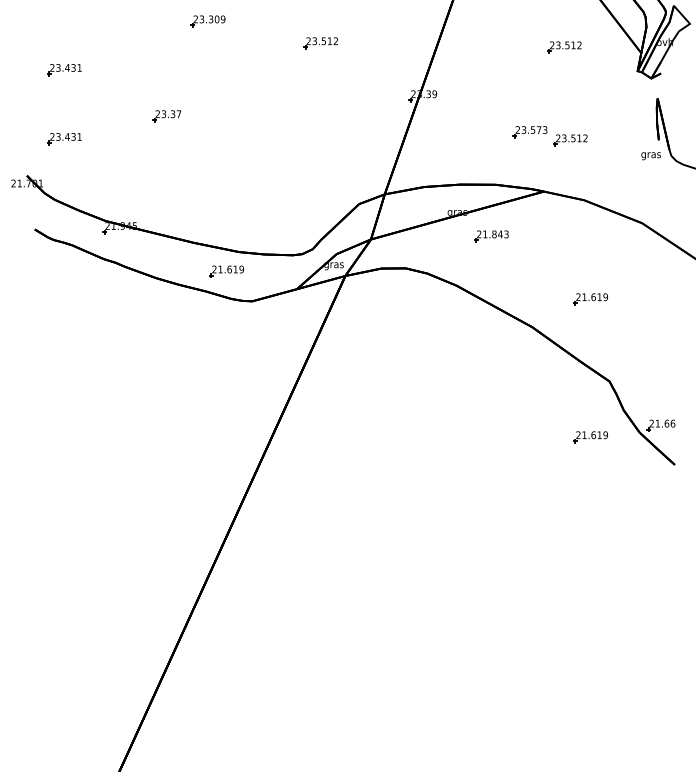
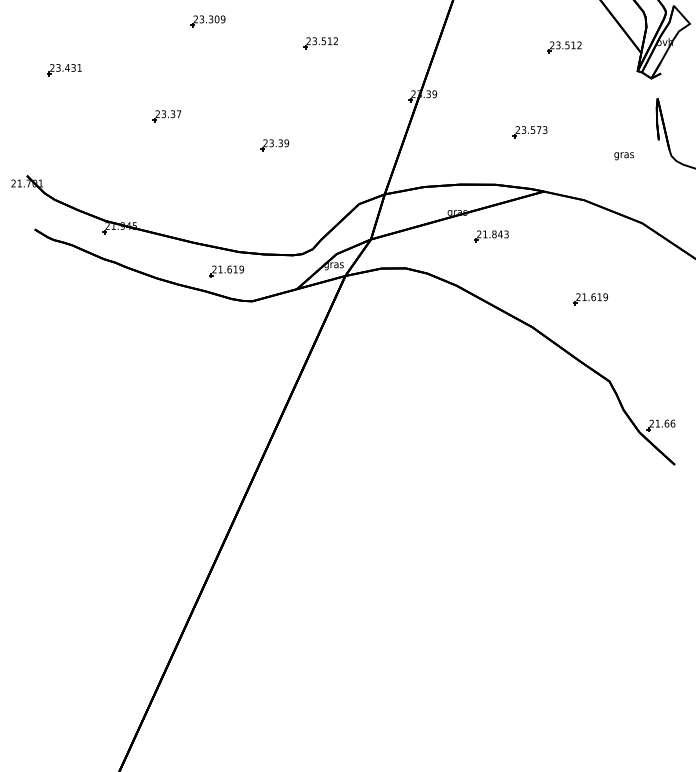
part at (64, 139): present -> none
part at (570, 140): present -> none
part at (274, 145): none -> present
text at (650, 156) position: (650, 156) -> (623, 156)
part at (590, 437): present -> none
